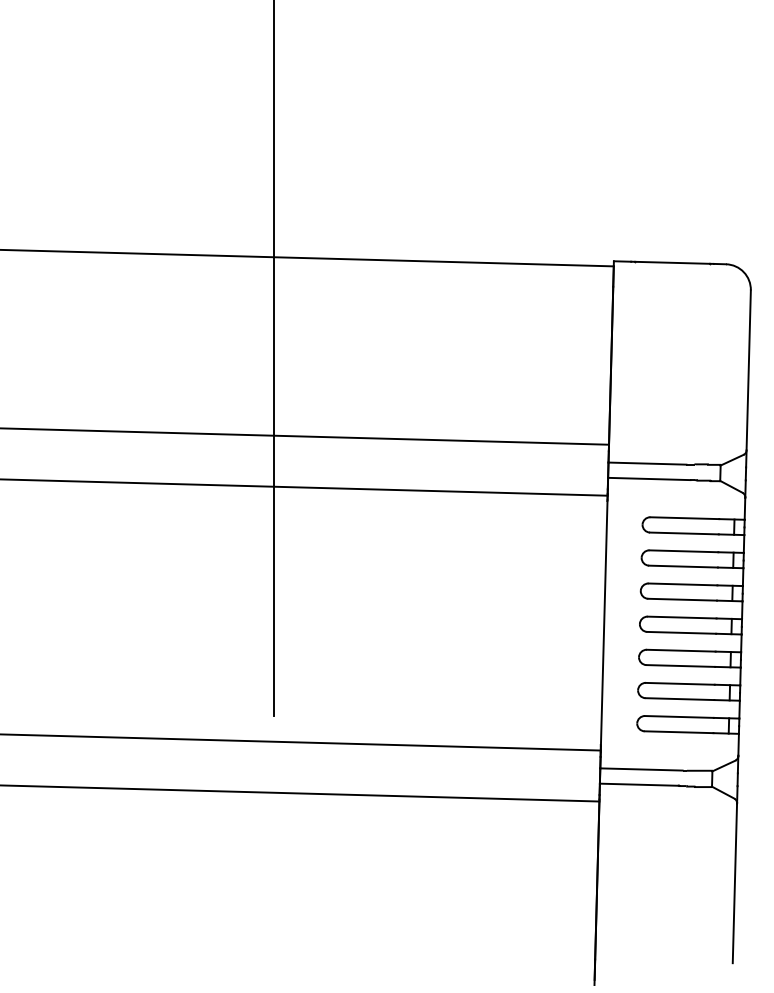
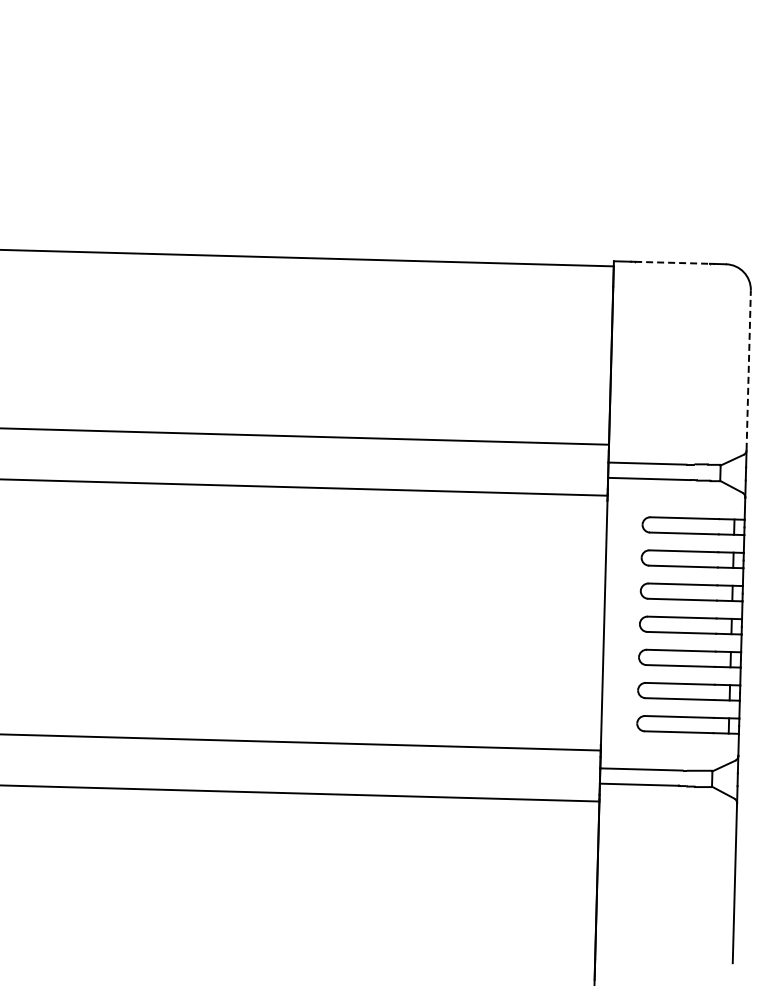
line at (673, 262): solid -> dashed
line at (273, 359): present -> none
line at (748, 370): solid -> dashed
